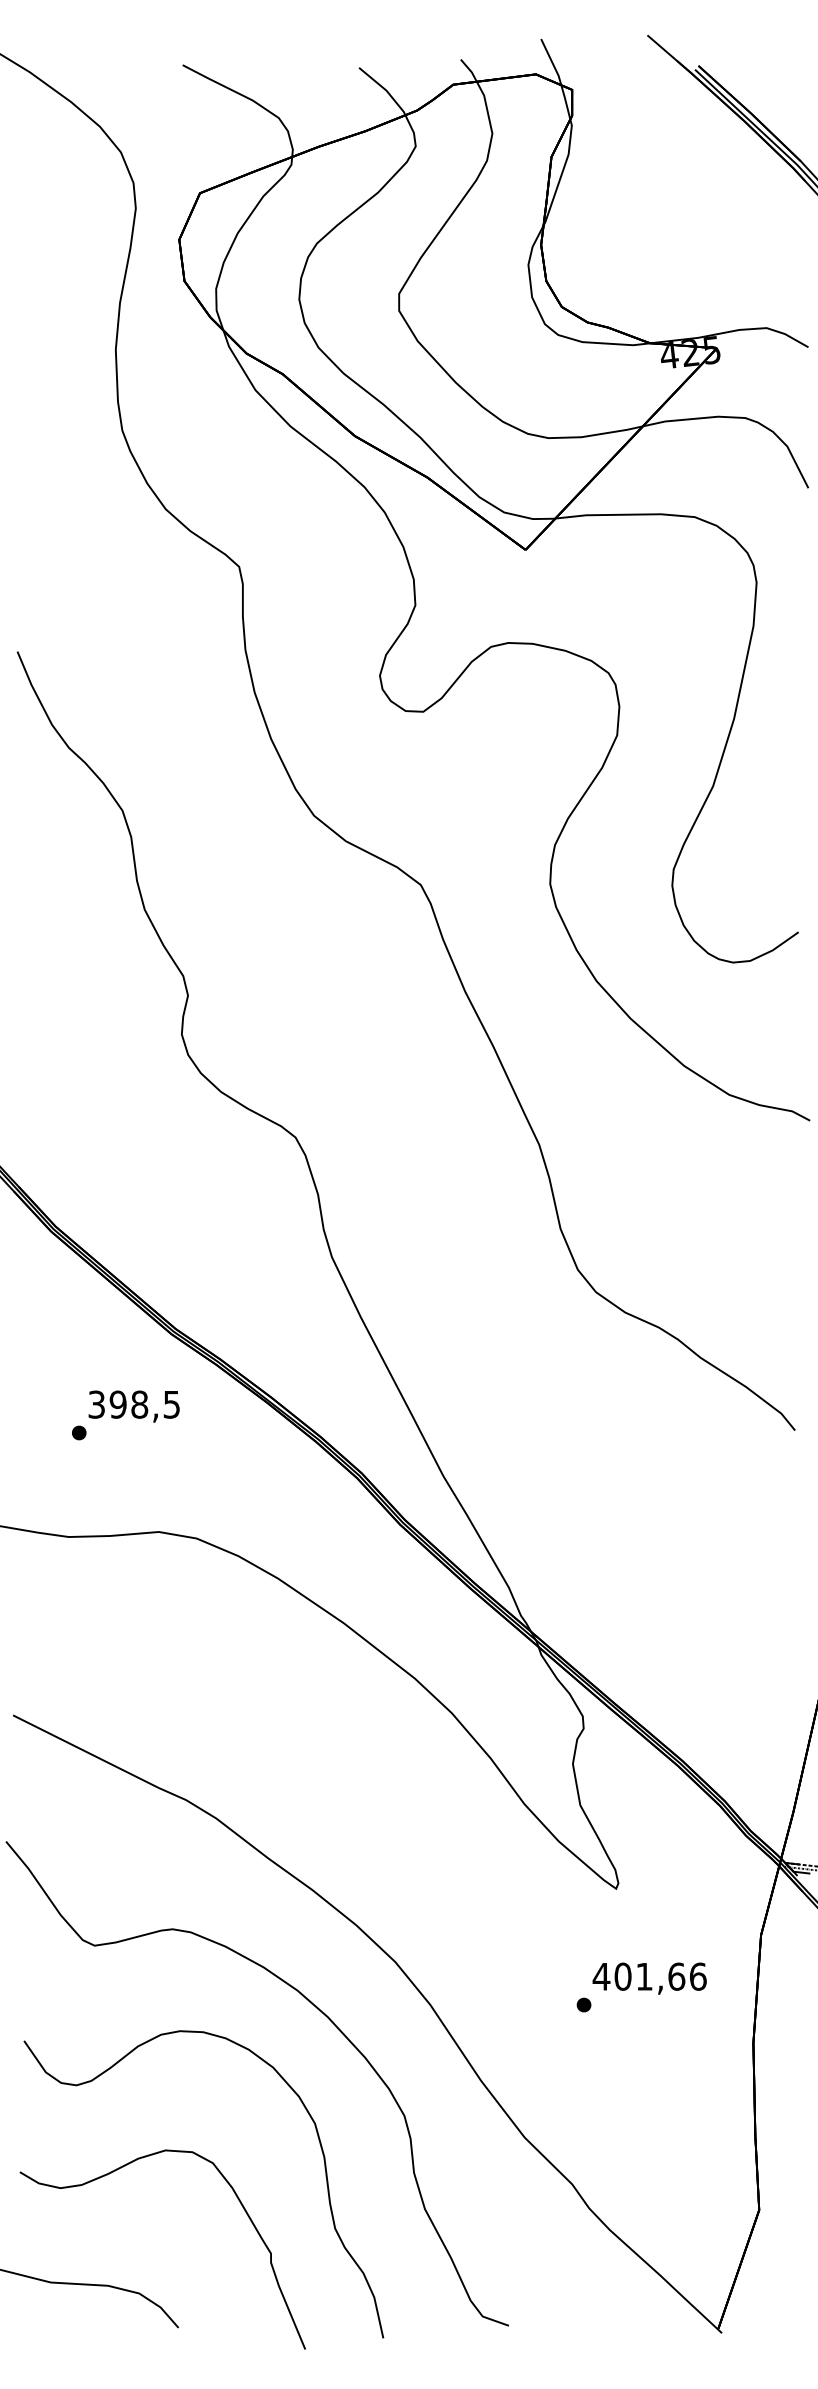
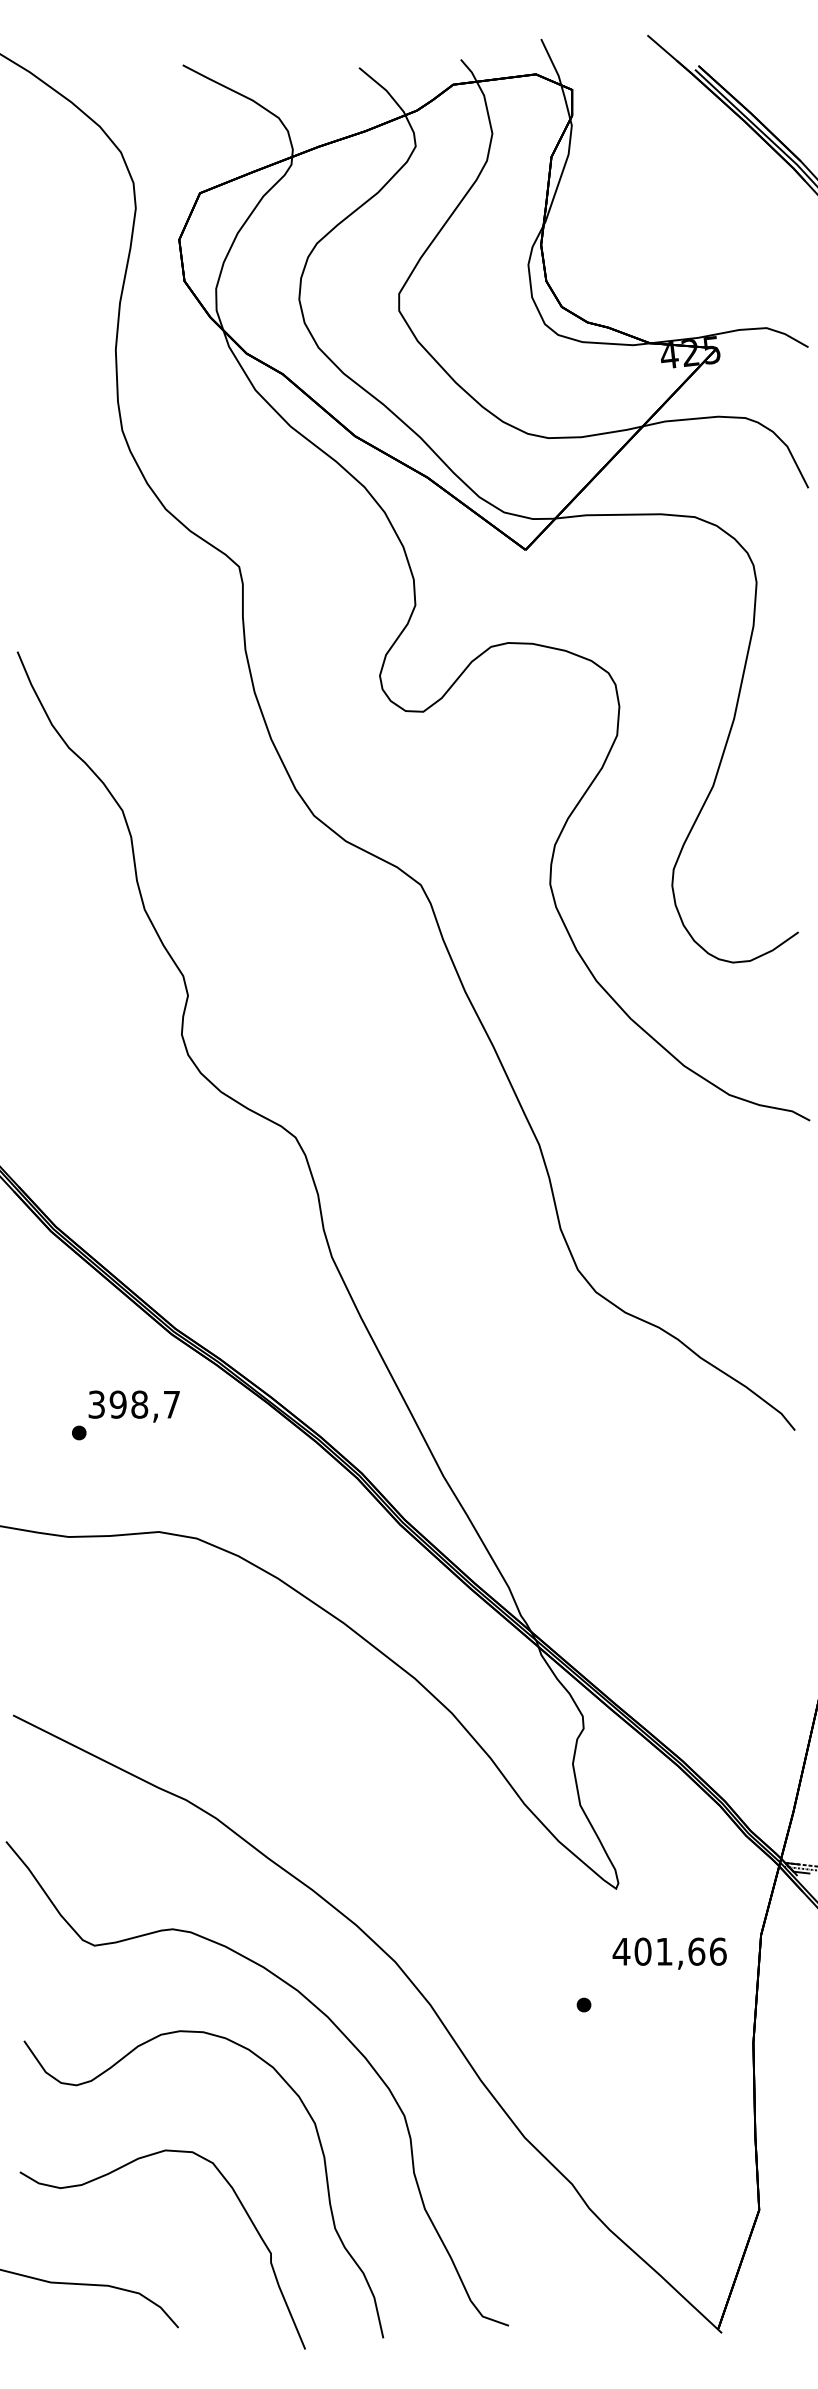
text at (171, 1404): 398,5 -> 398,7
text at (649, 1978) position: (649, 1978) -> (669, 1953)
